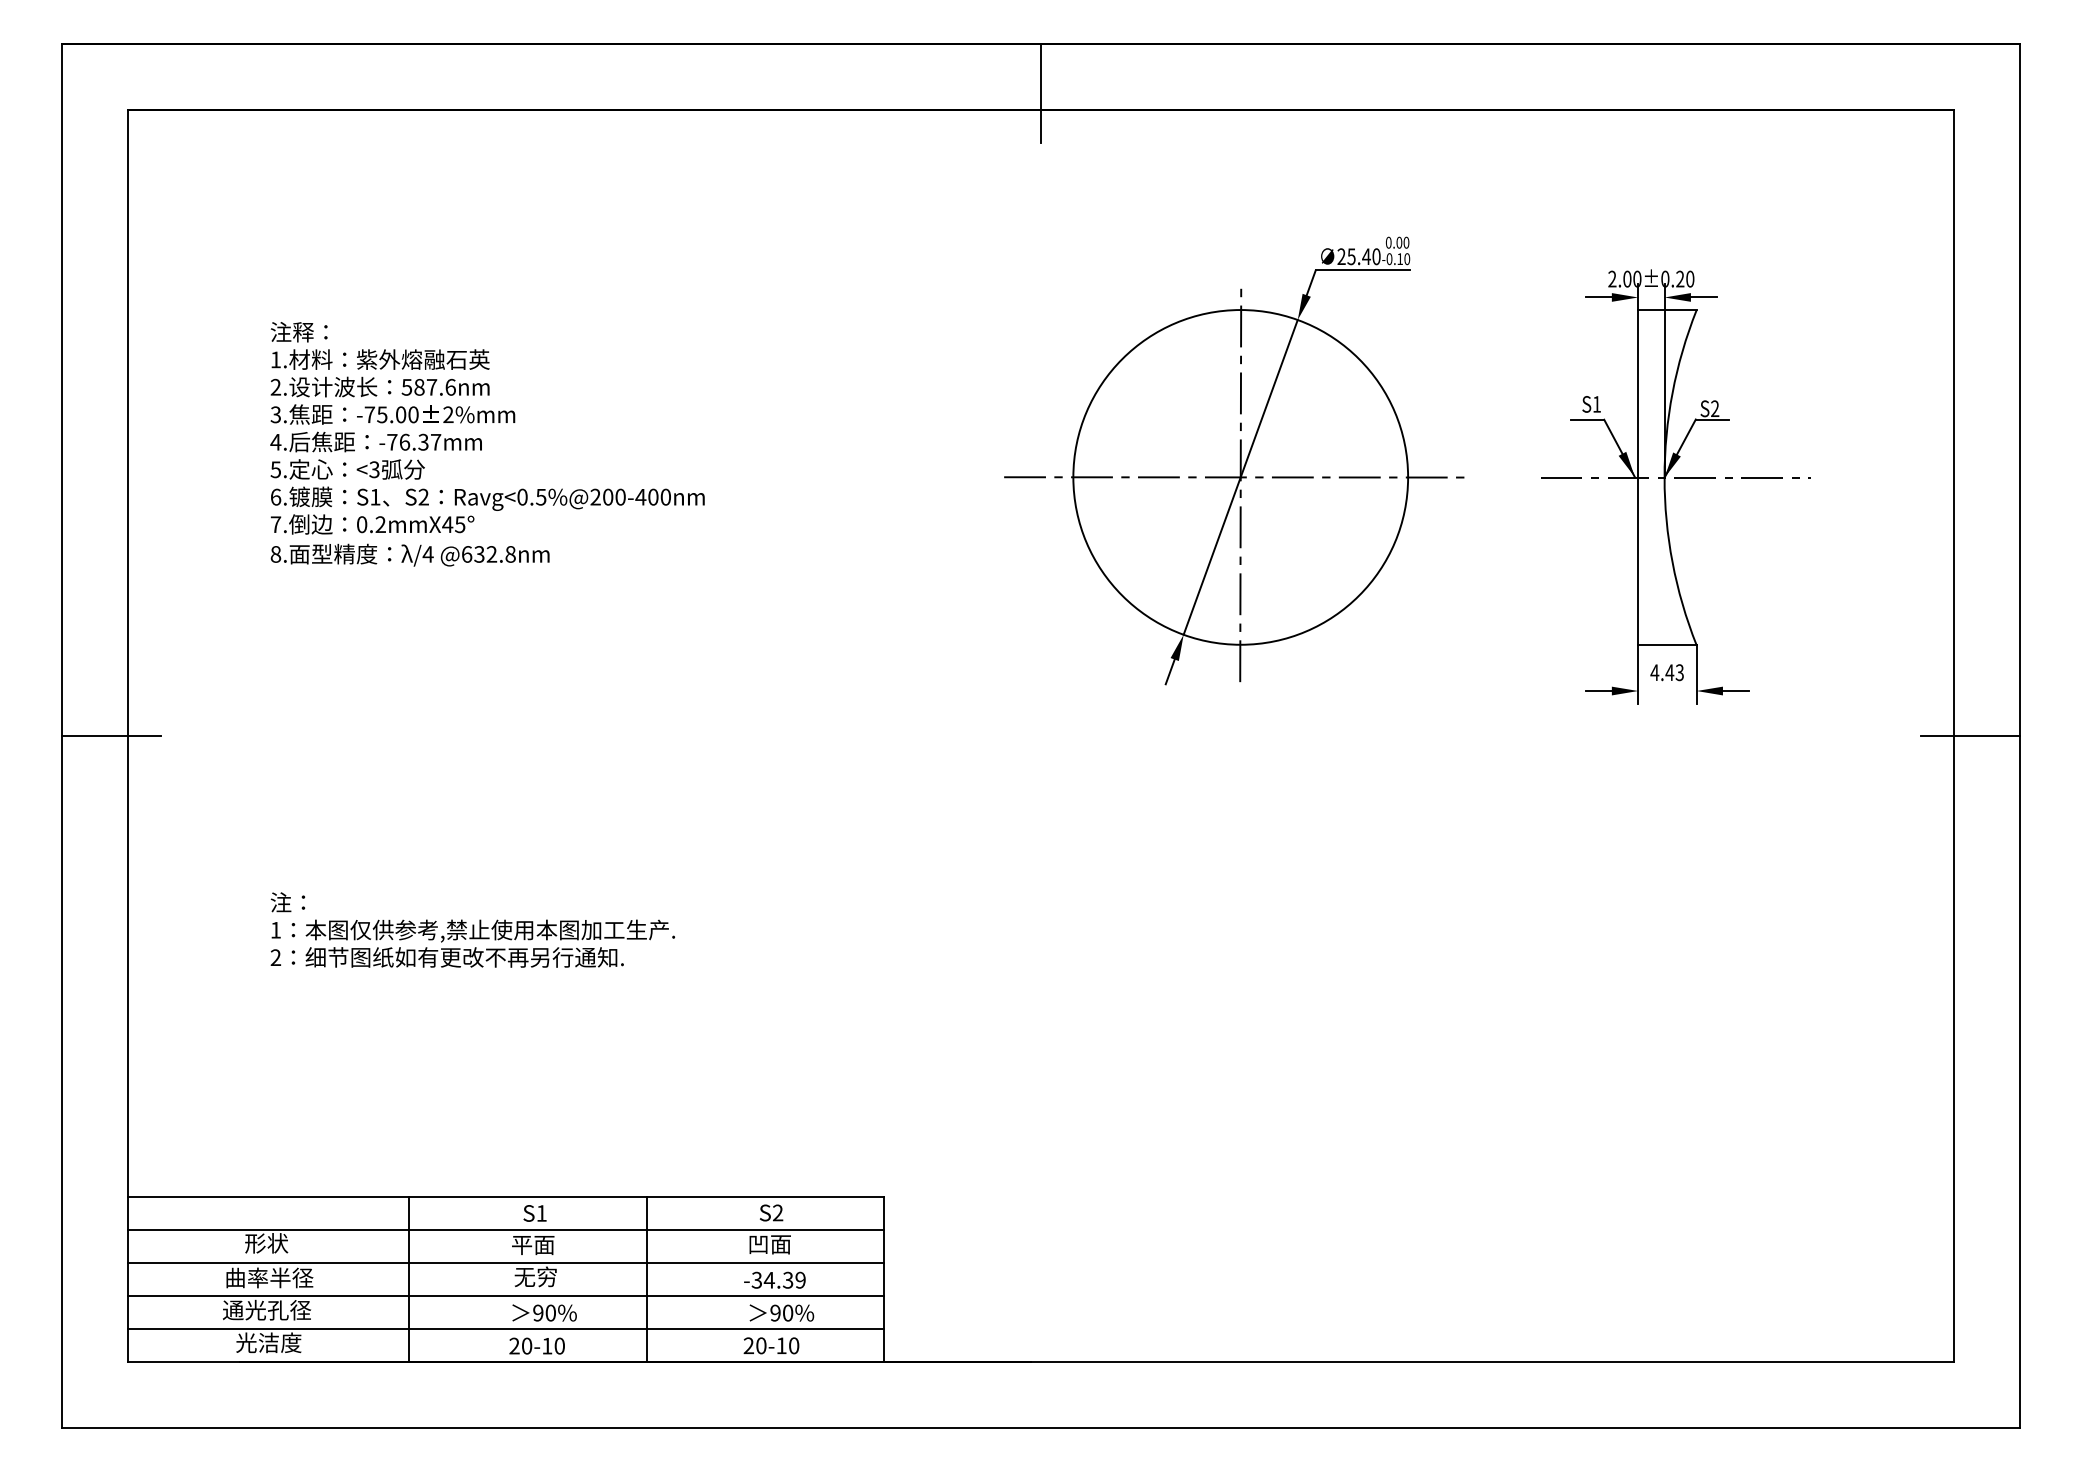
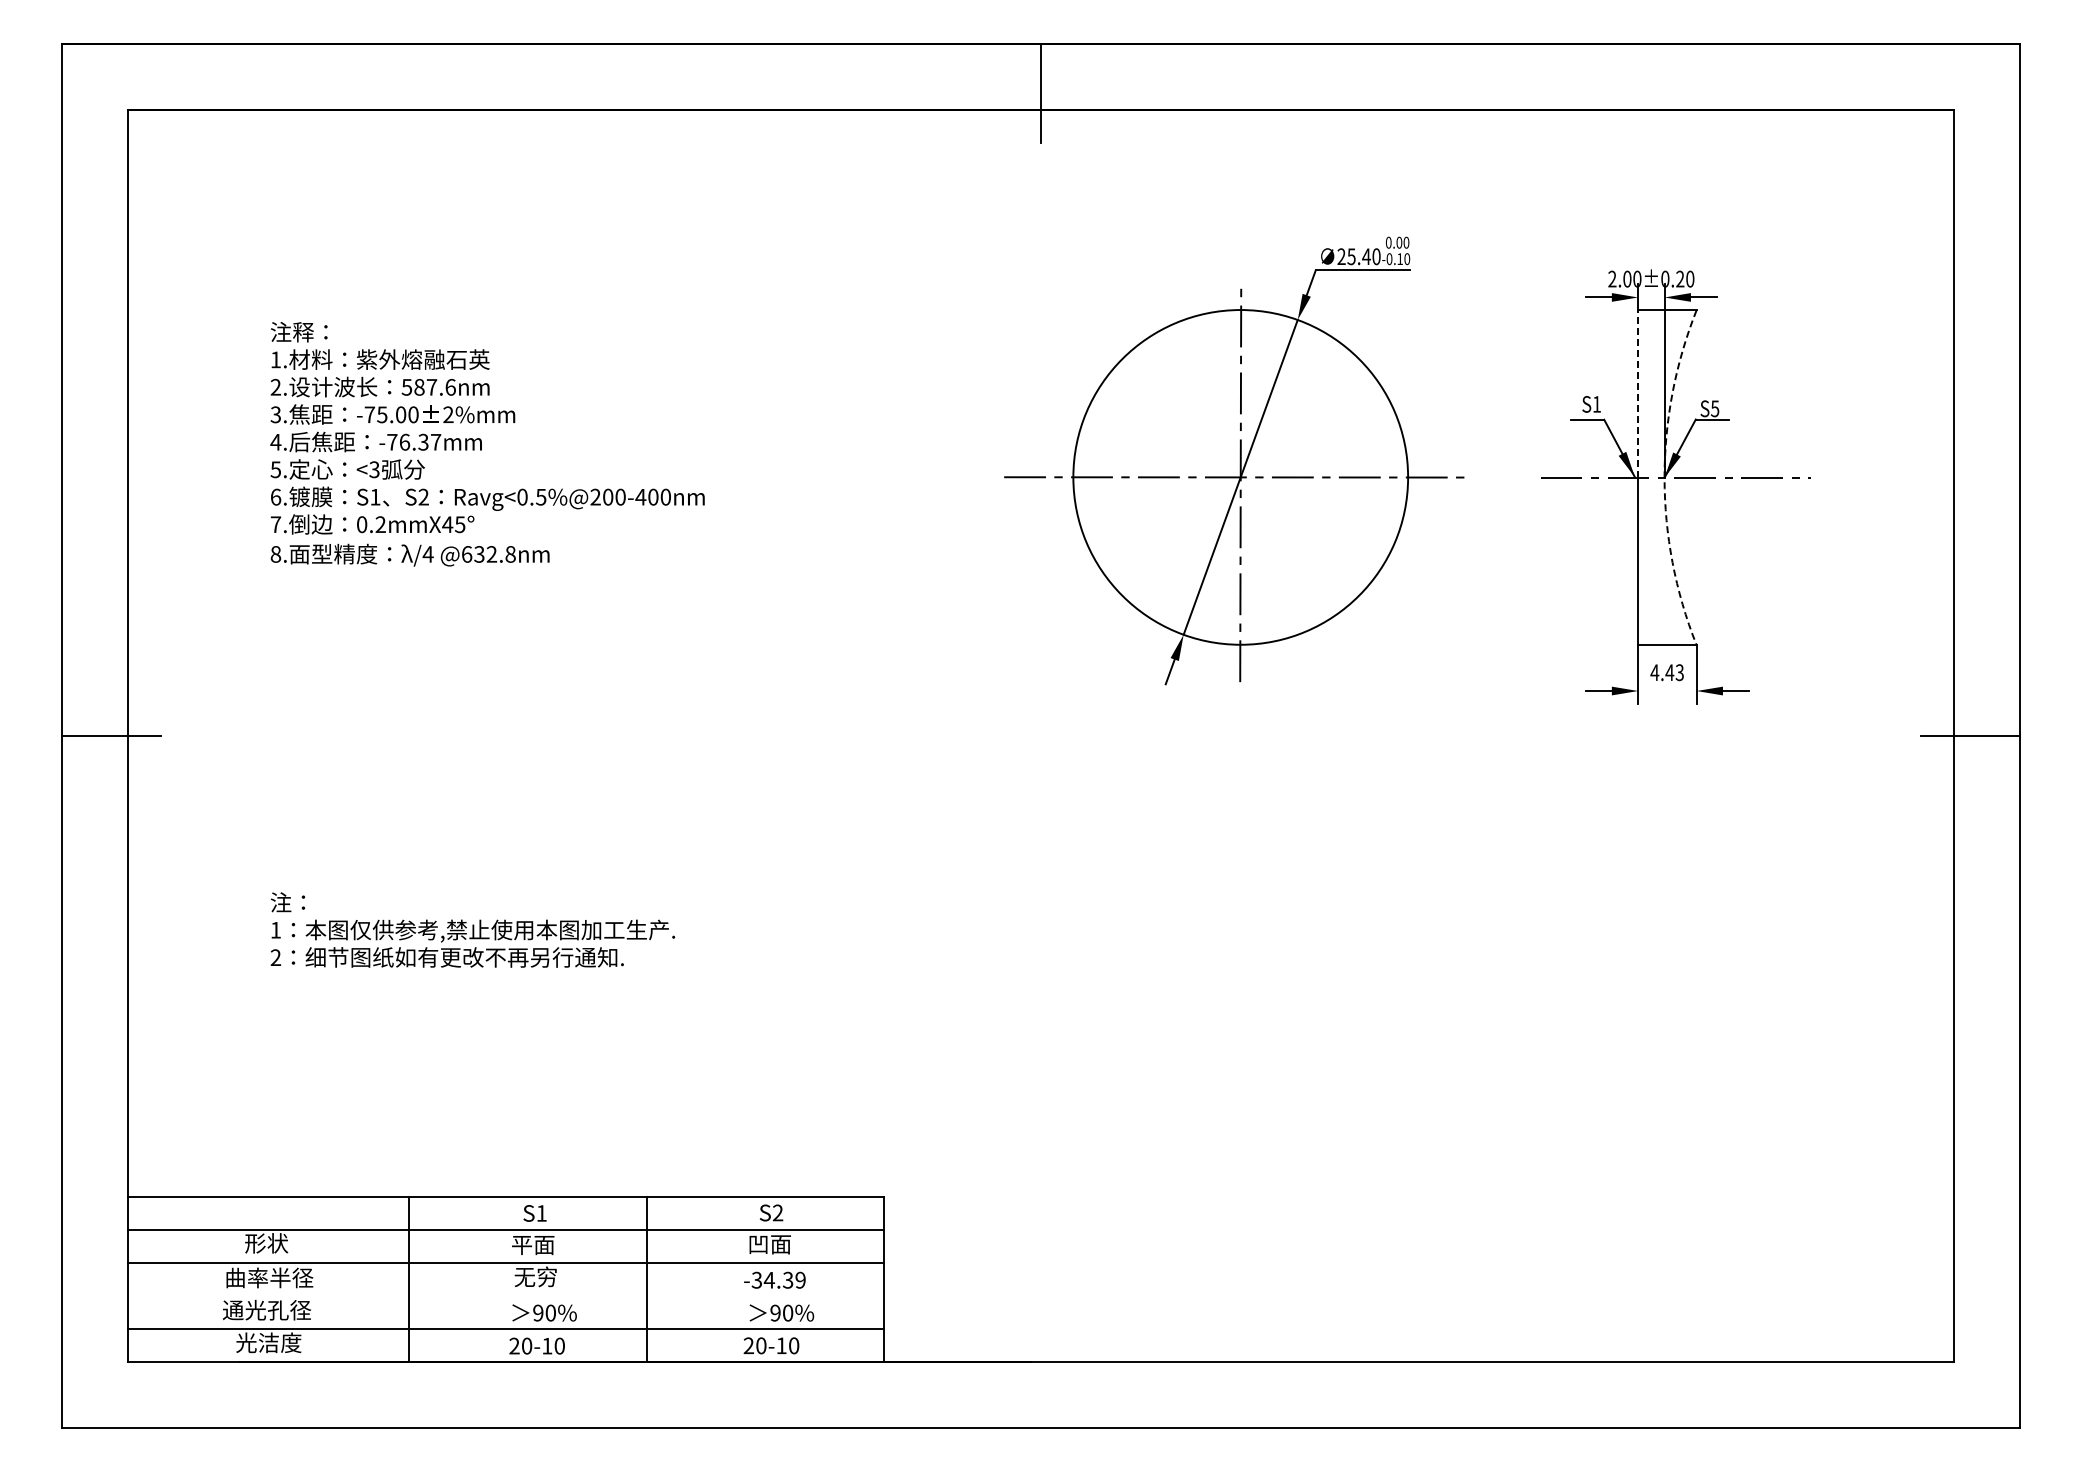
line at (1638, 394): solid -> dashed
text at (1715, 408): S2 -> S5
arc at (1664, 477): solid -> dashed
line at (505, 1296): present -> none
